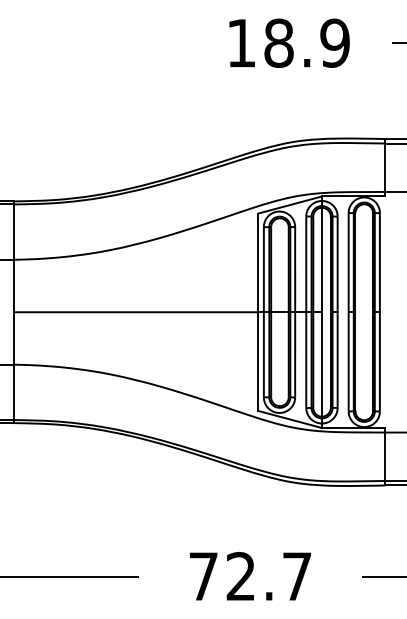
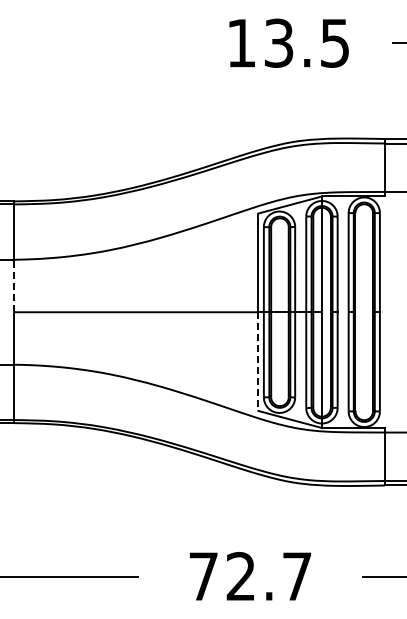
text at (306, 42): 18.9 -> 13.5
line at (13, 285): solid -> dashed
line at (258, 362): solid -> dashed
